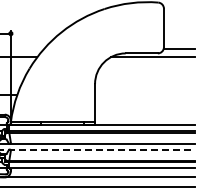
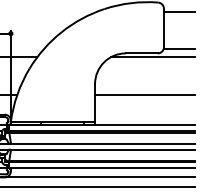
line at (178, 12): none -> present
line at (144, 94): none -> present
line at (97, 149): dashed -> solid
